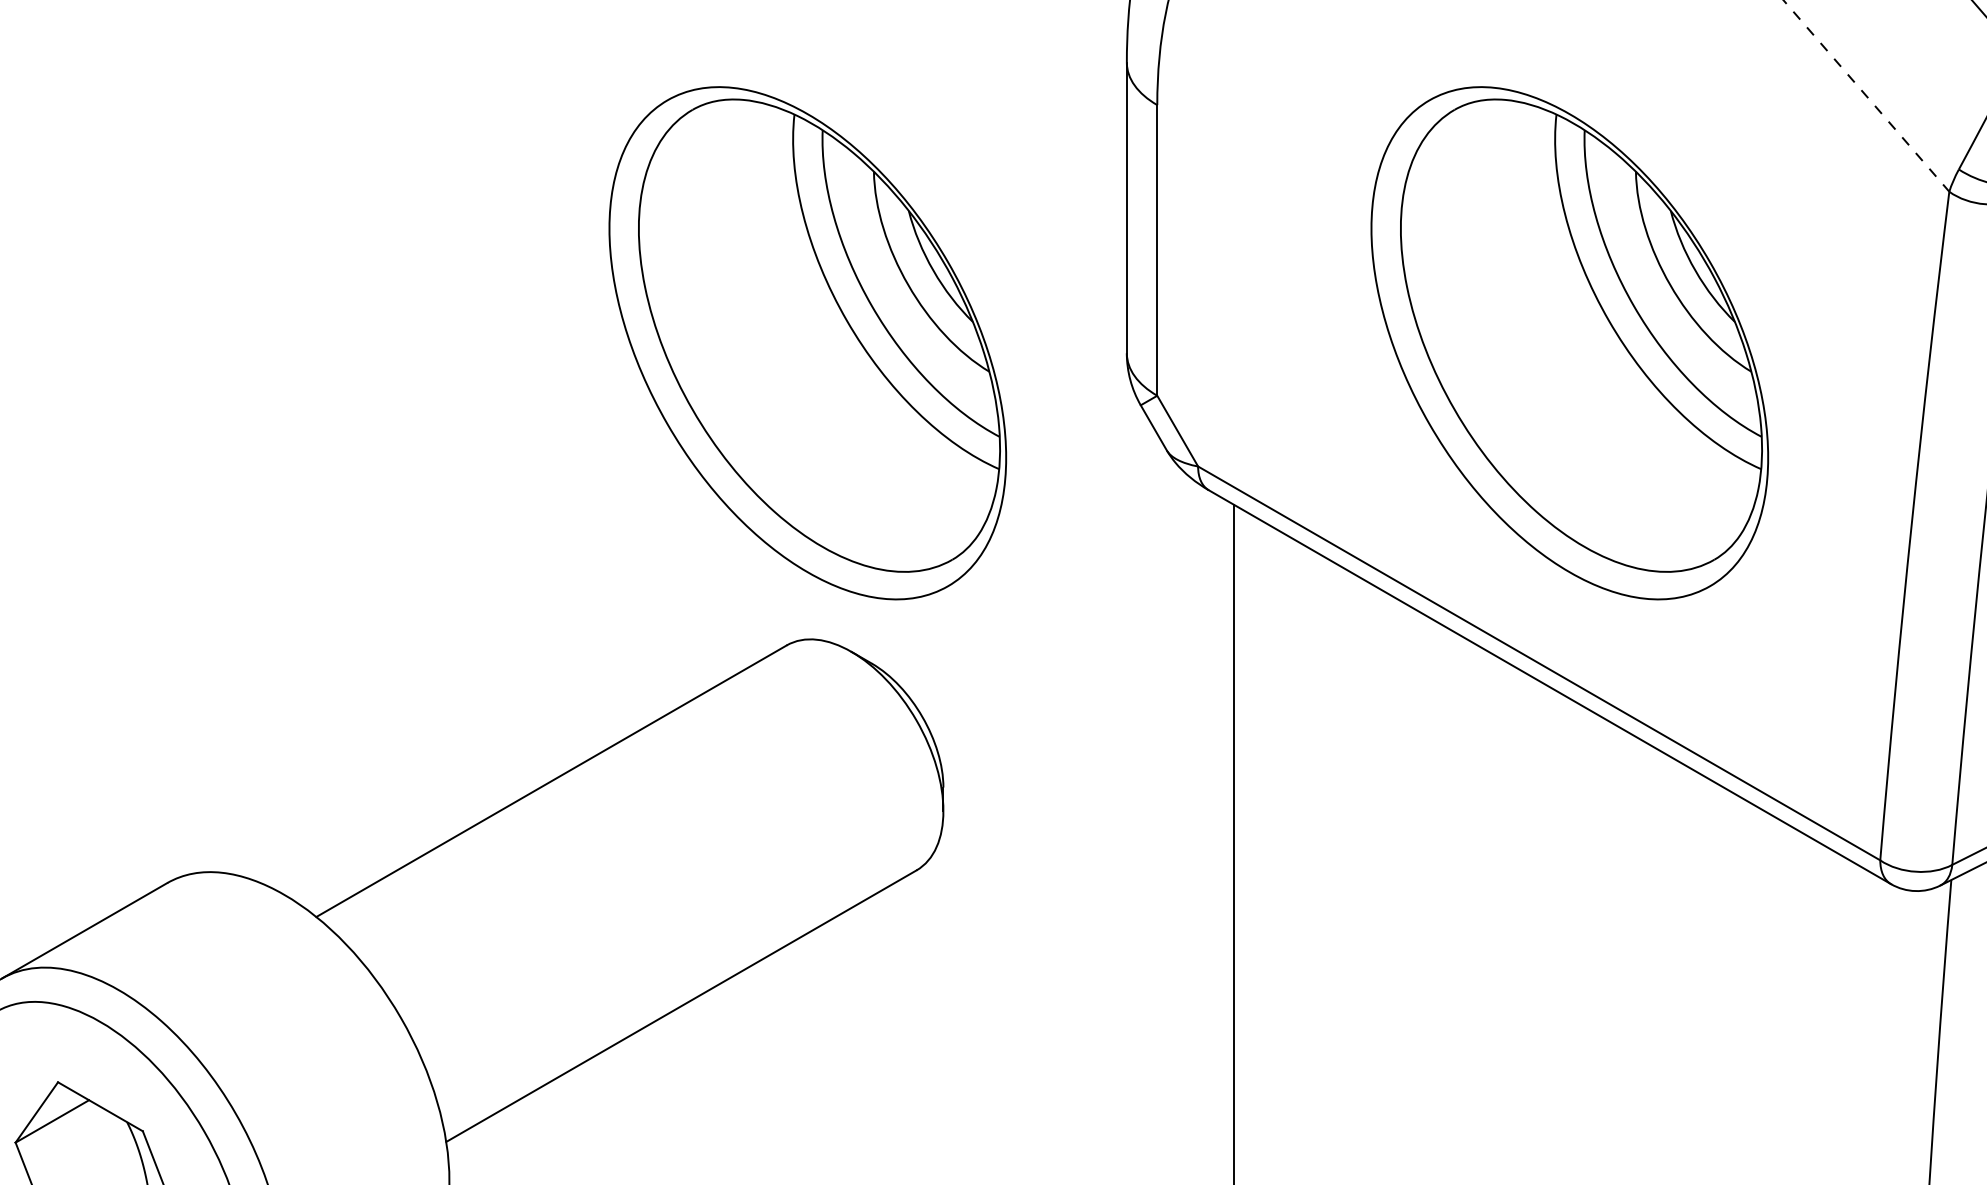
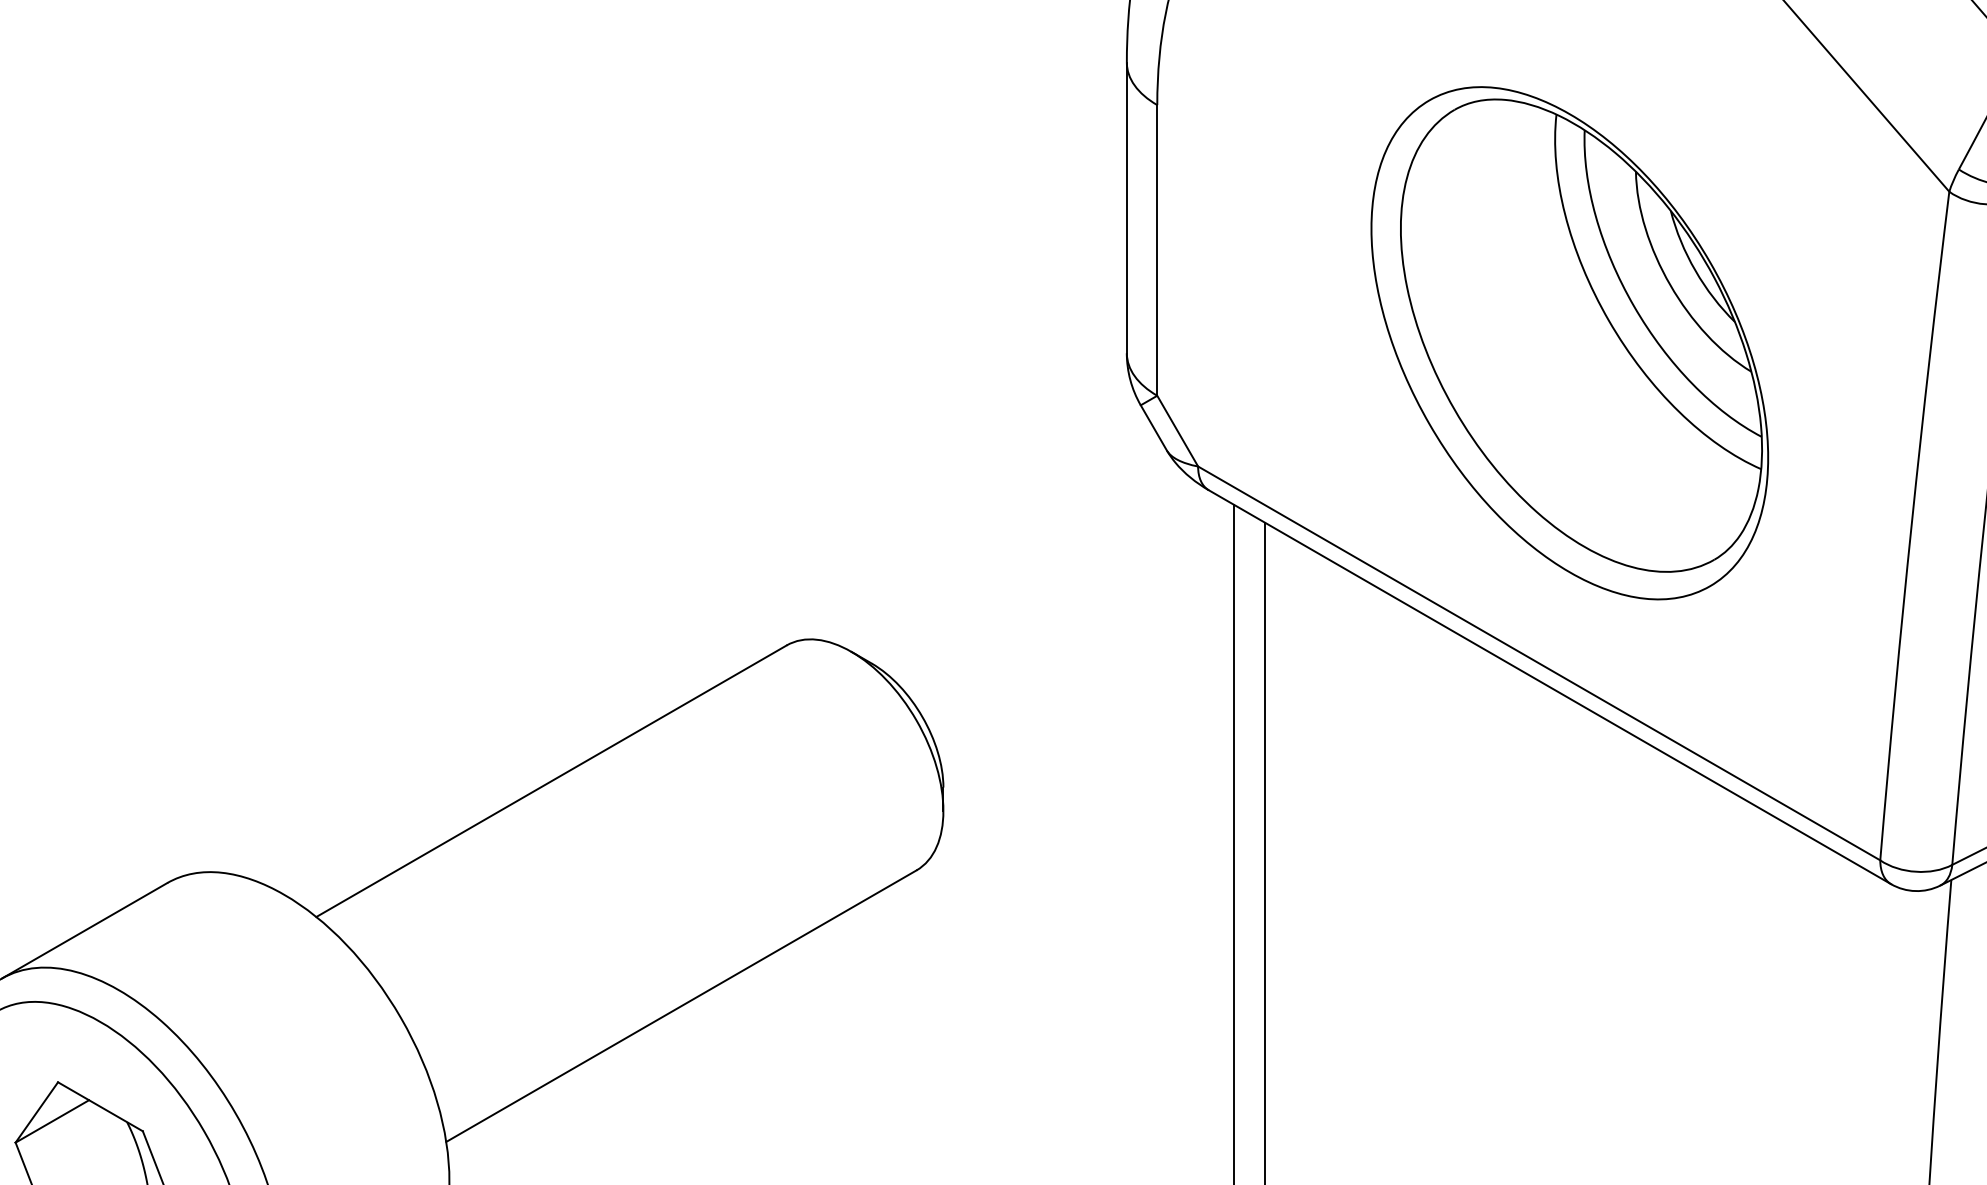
line at (1866, 96): dashed -> solid
part at (807, 343): present -> none
line at (1264, 851): none -> present
